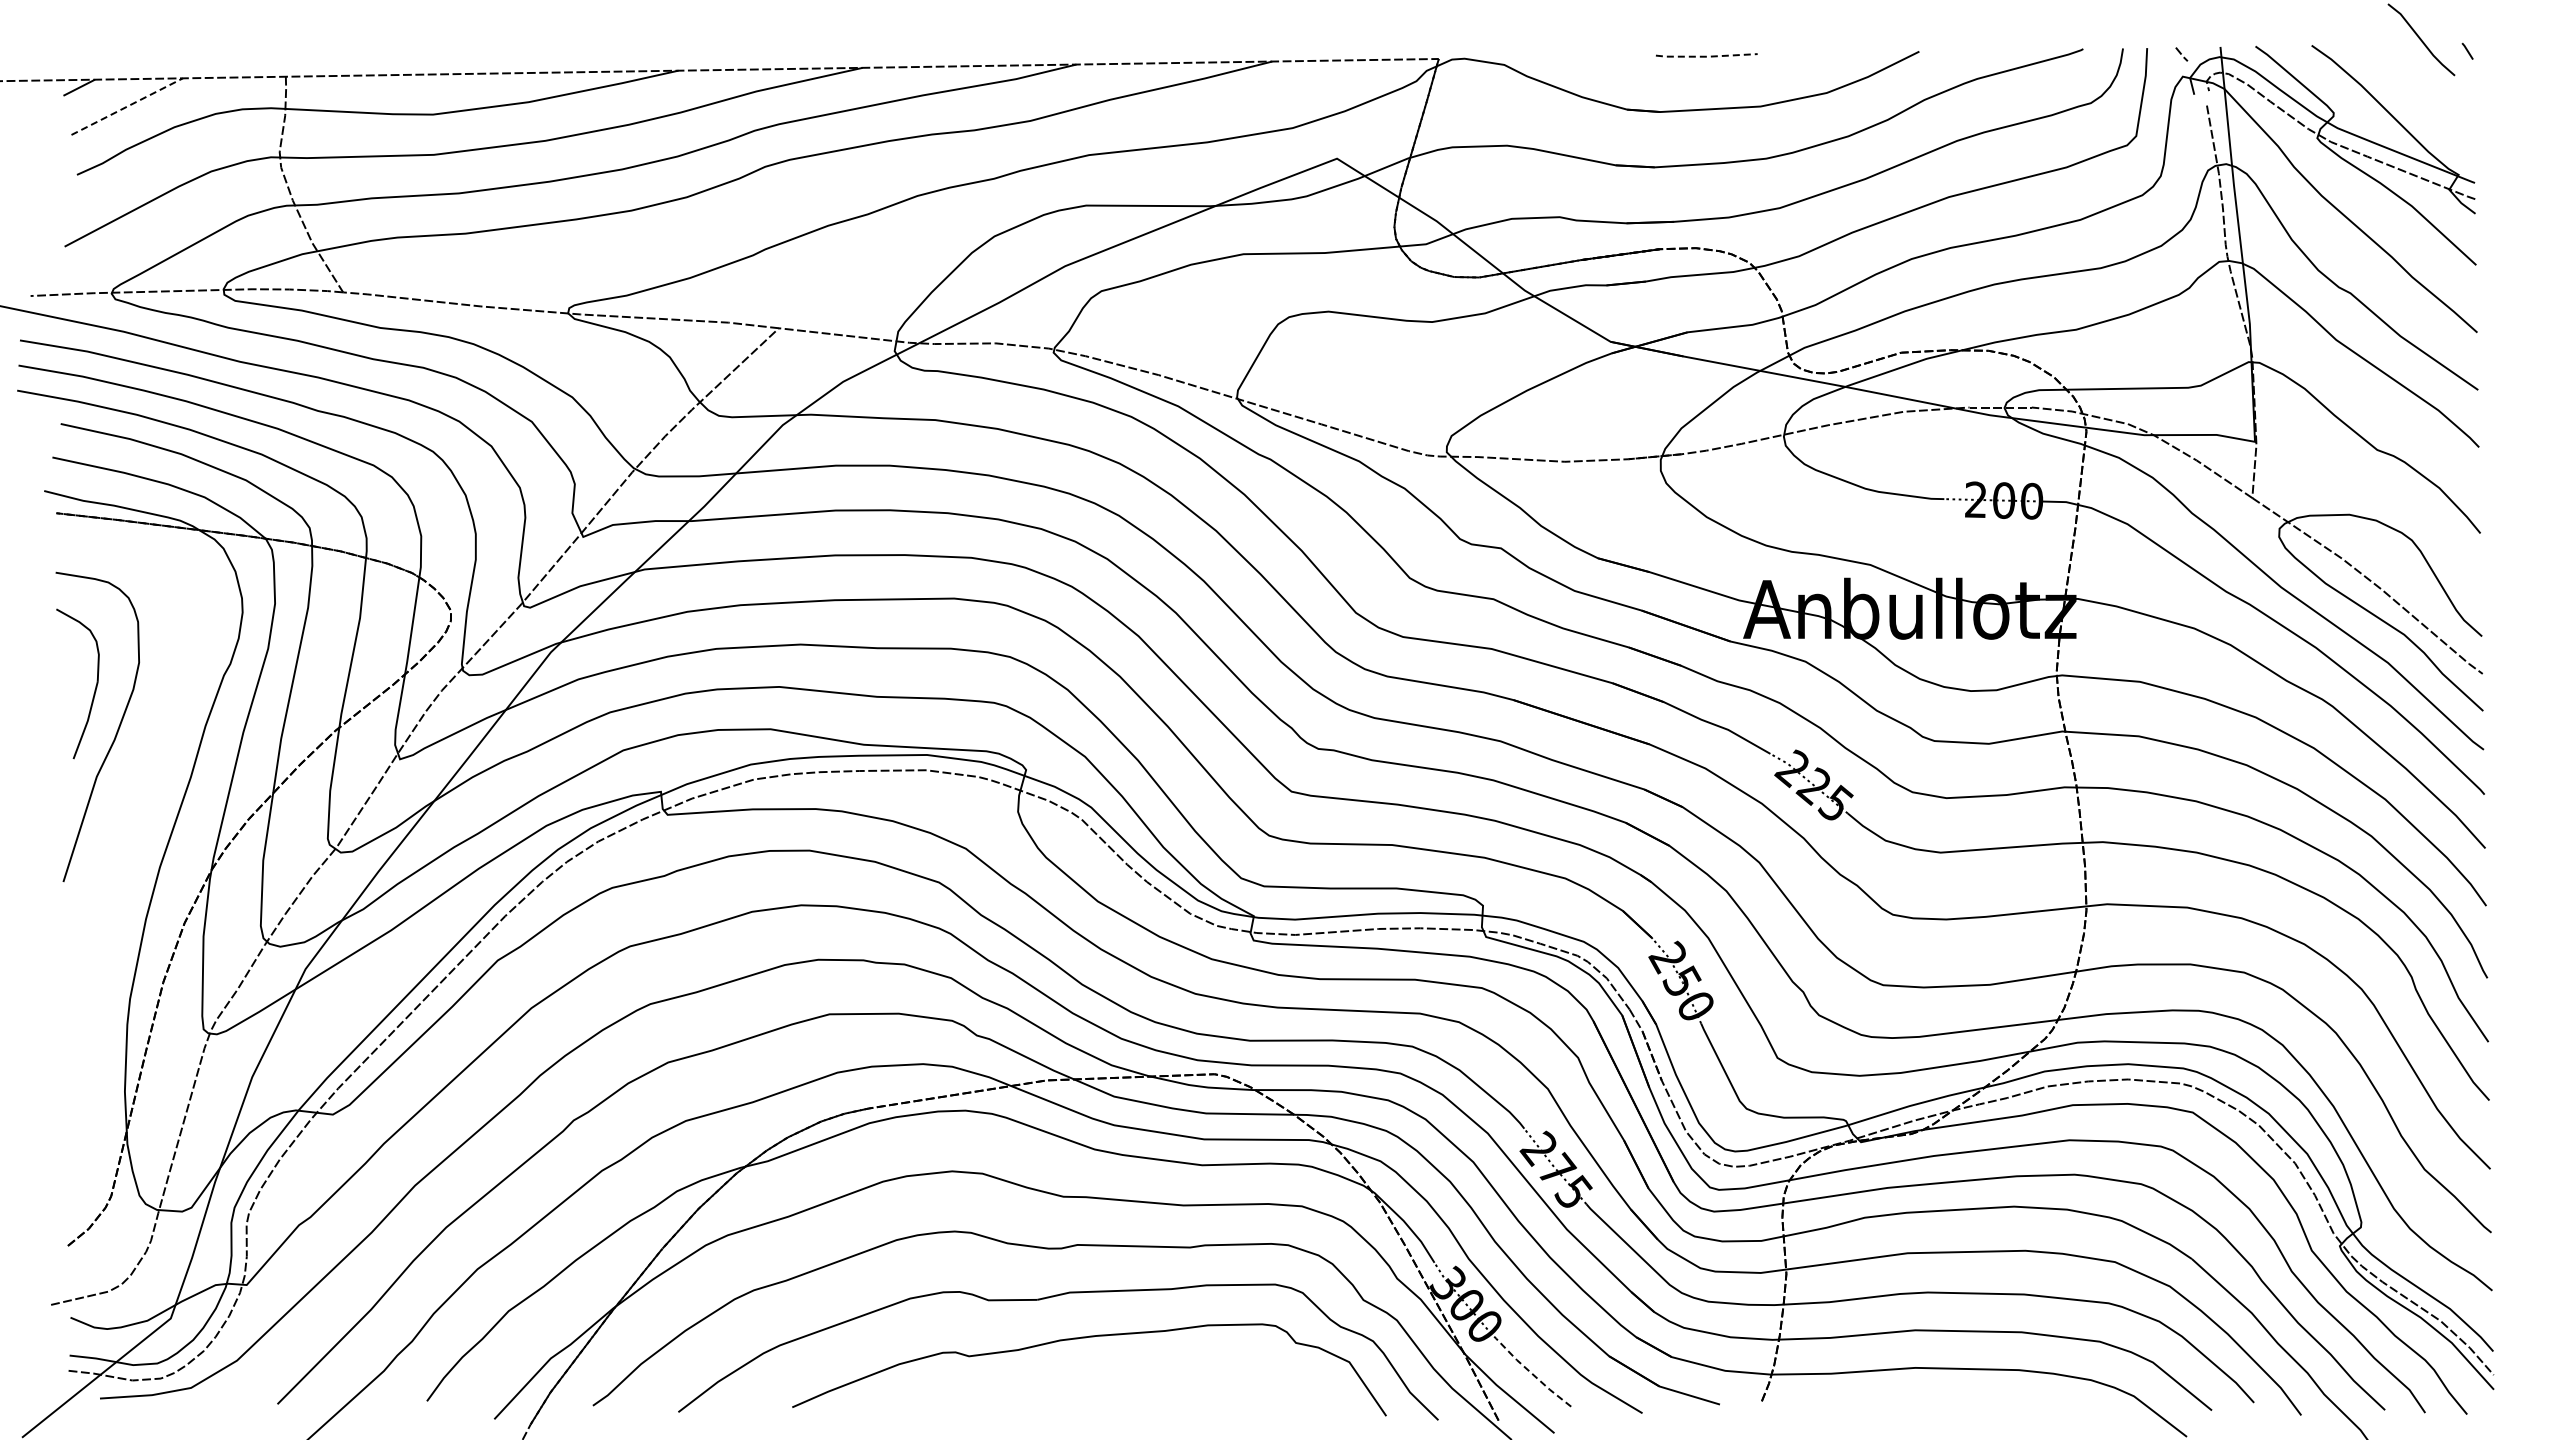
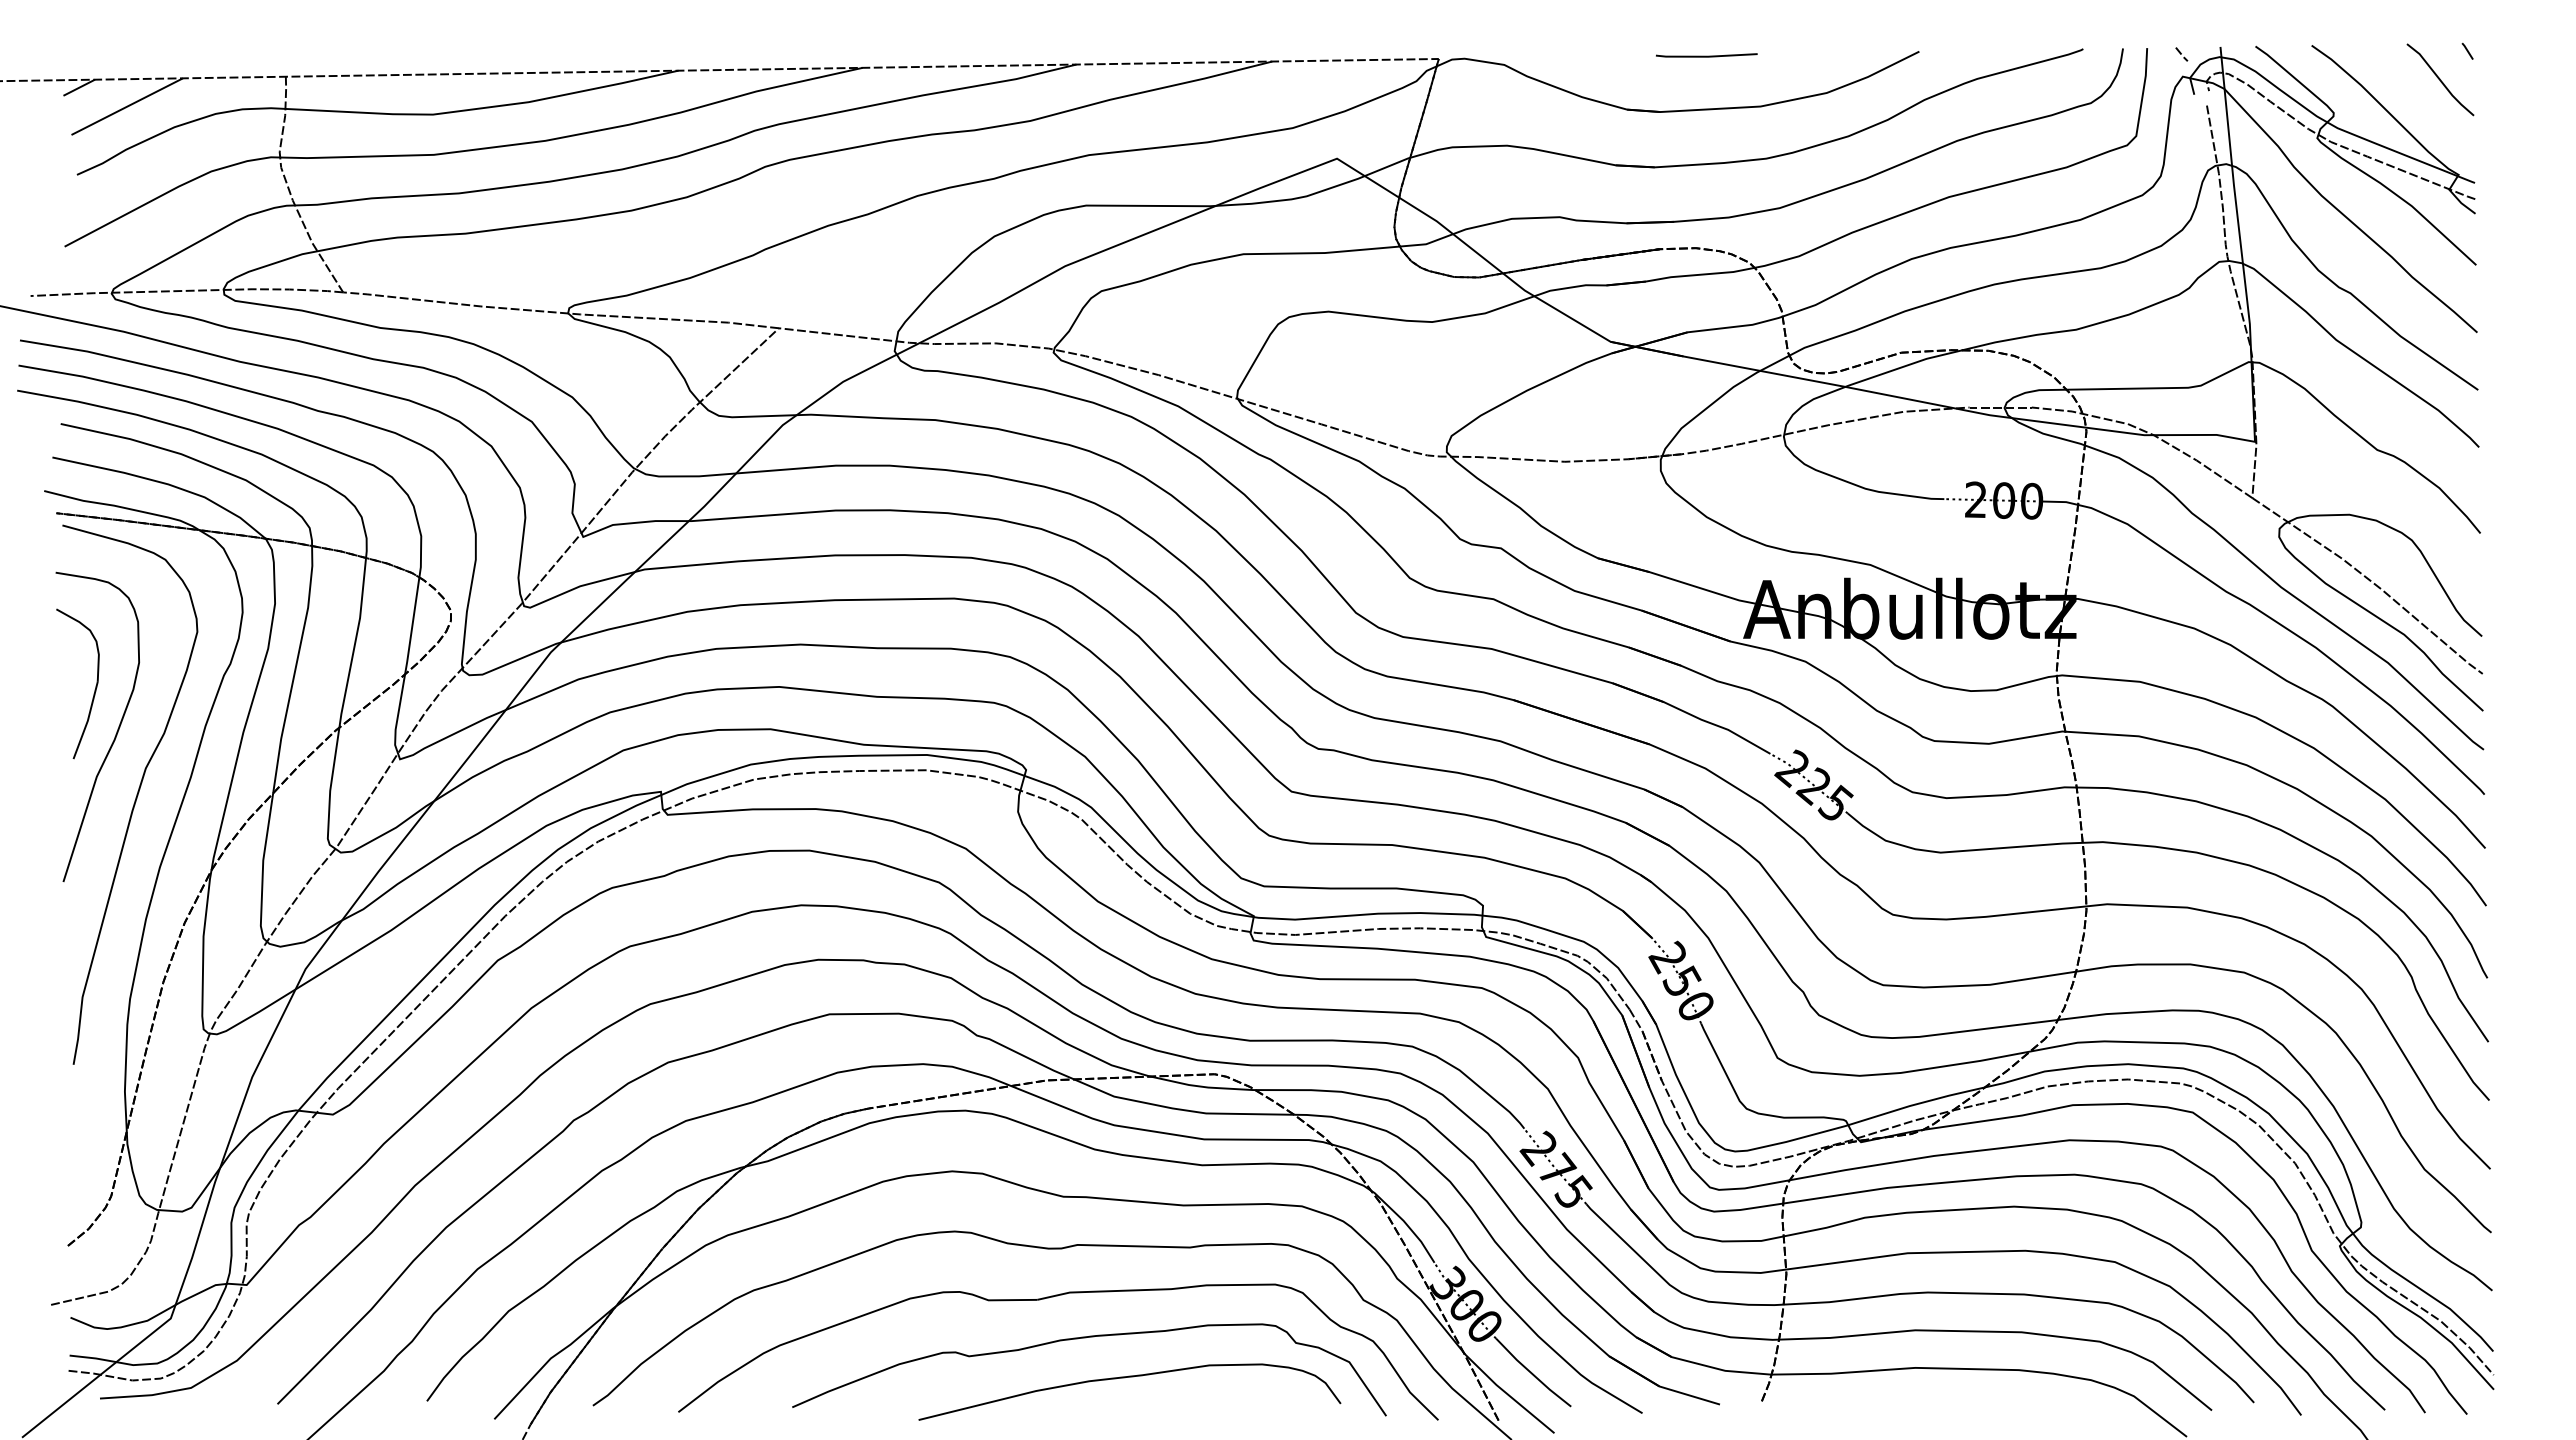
line at (2421, 39) position: (2421, 39) -> (2440, 79)
line at (1706, 56): dashed -> solid
line at (127, 106): dashed -> solid
curve at (135, 797): none -> present
line at (1532, 1373): dashed -> solid
curve at (1125, 1378): none -> present
